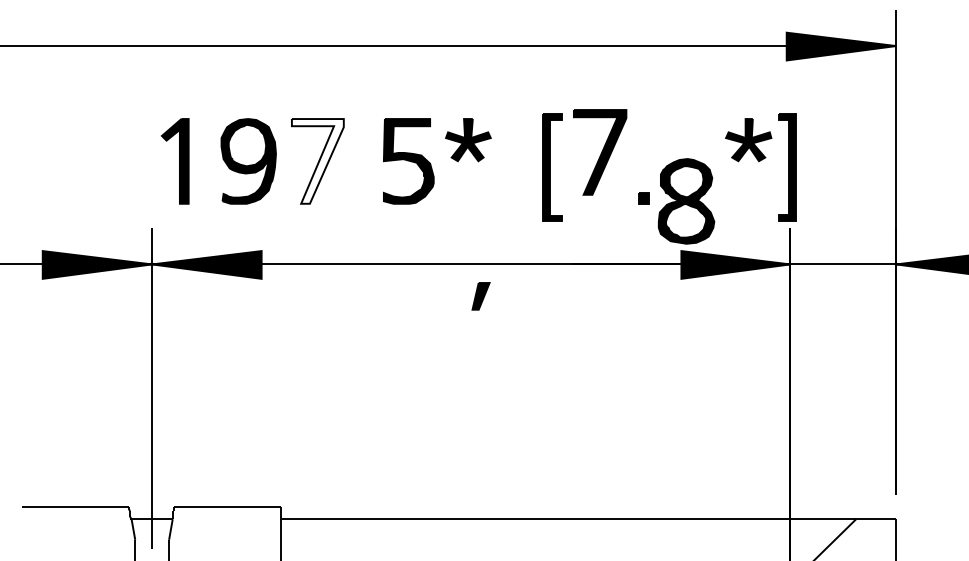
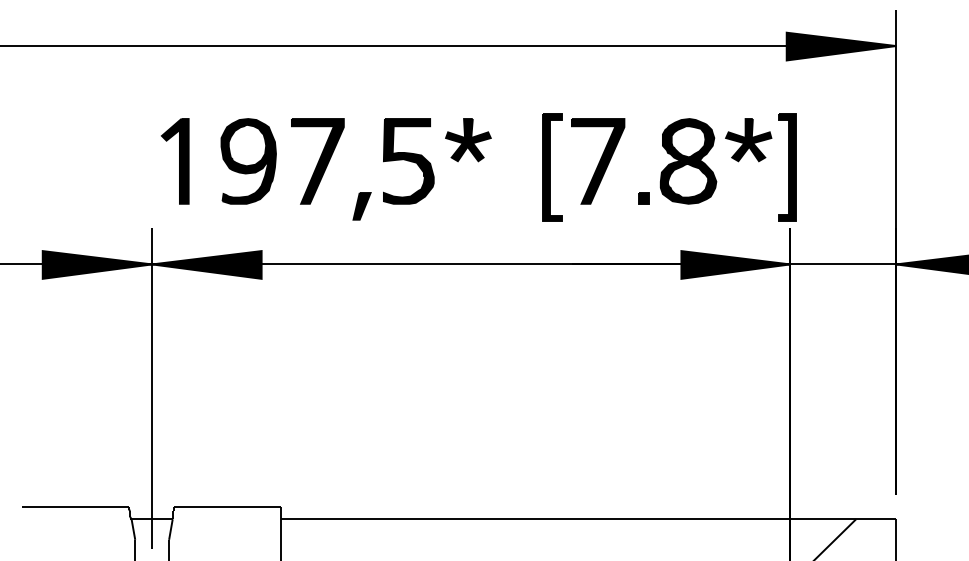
part at (600, 152) position: (600, 152) -> (598, 161)
fill at (317, 161): none -> present
part at (686, 201) position: (686, 201) -> (688, 161)
part at (480, 296) position: (480, 296) -> (361, 206)
